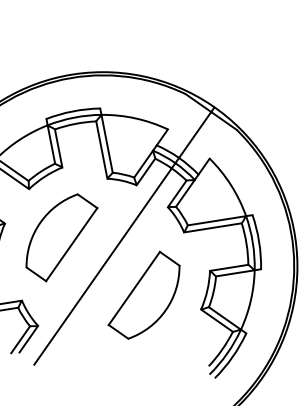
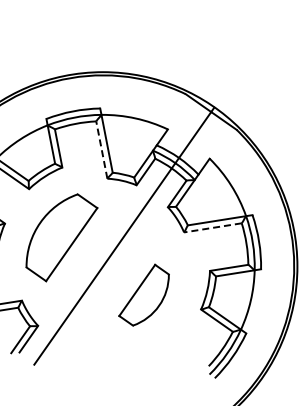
line at (101, 149): solid -> dashed
line at (212, 227): solid -> dashed
part at (143, 294) size: 74x90 px -> 52x64 px
